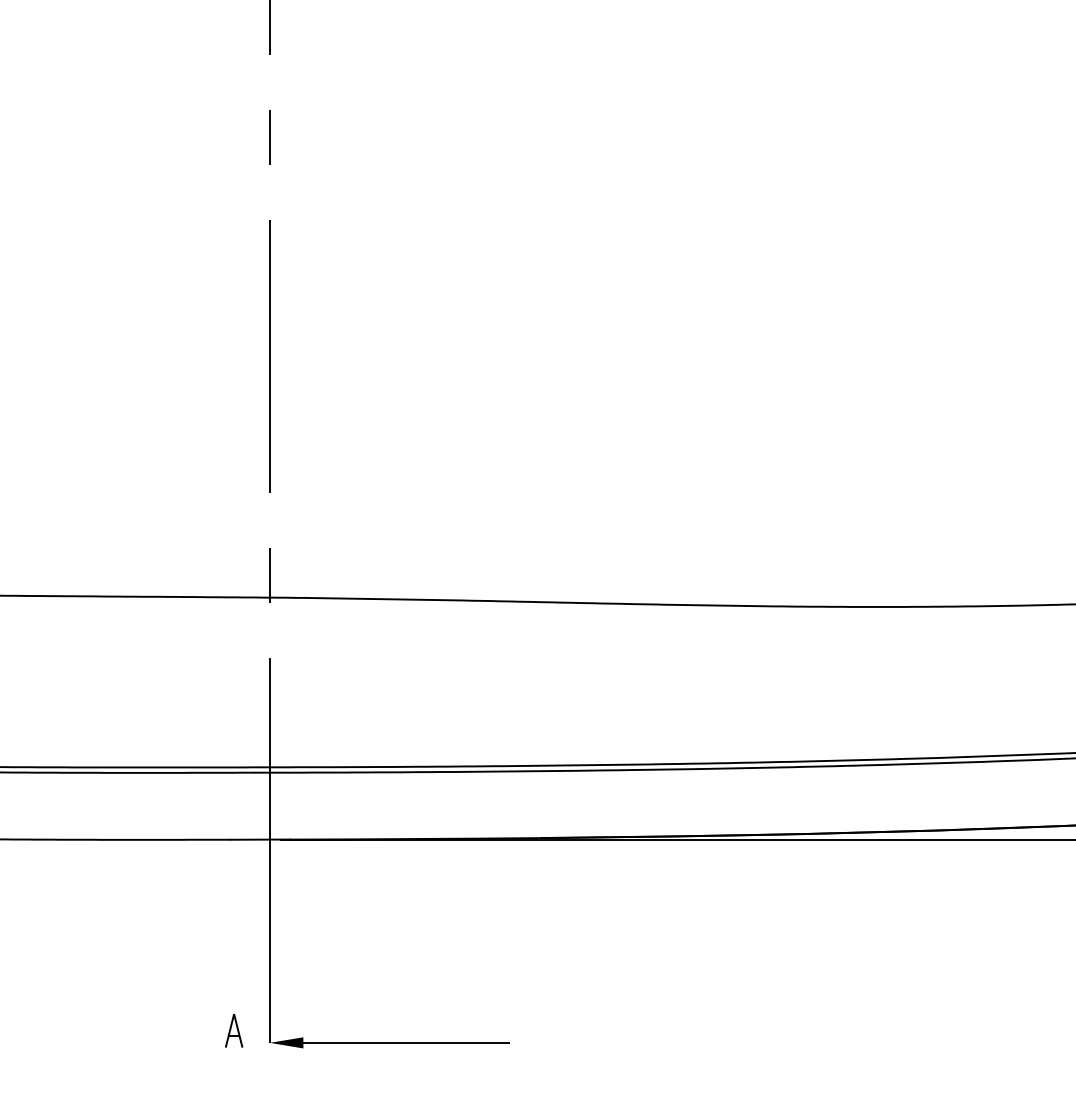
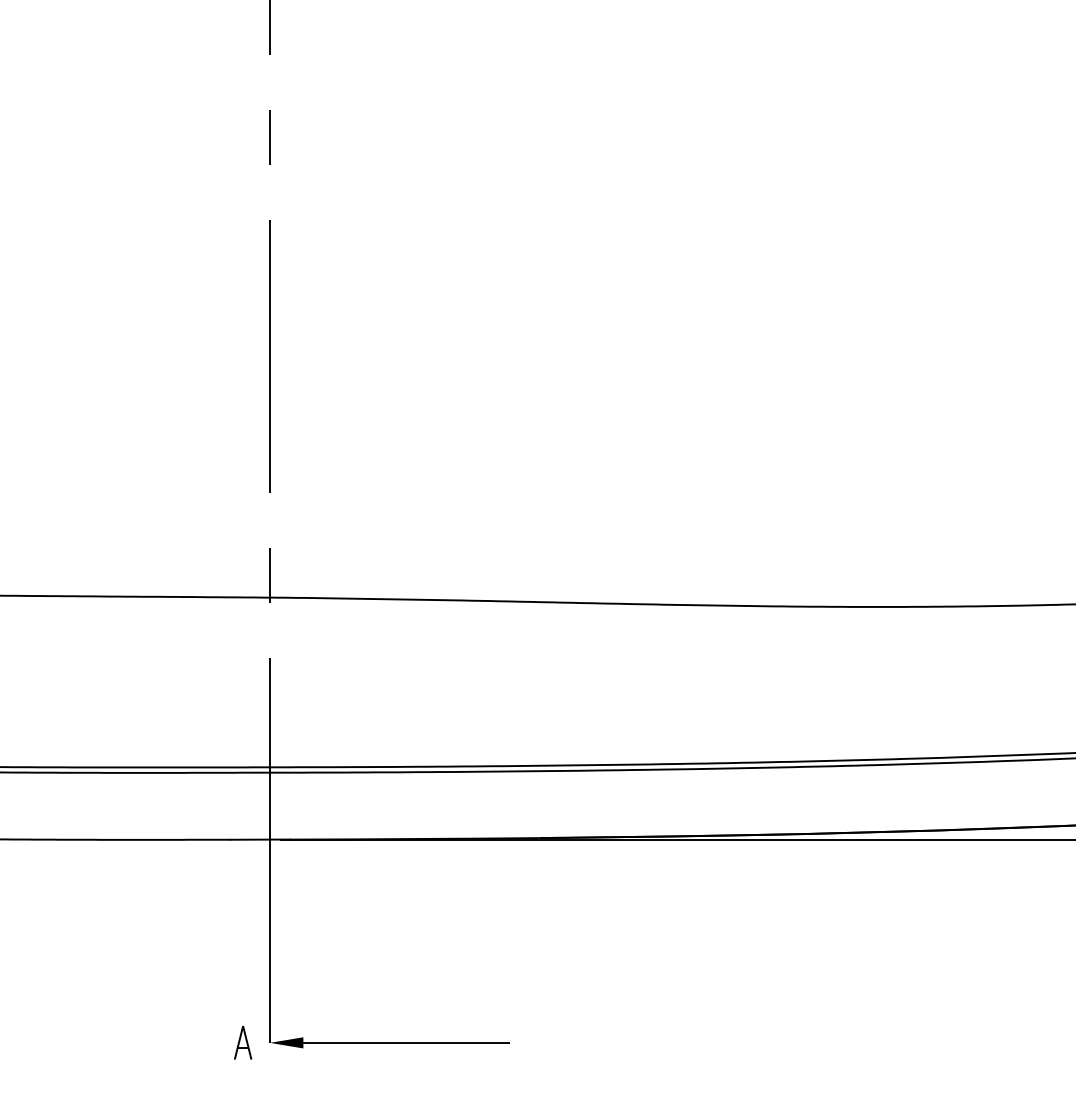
part at (234, 1030) position: (234, 1030) -> (243, 1042)
